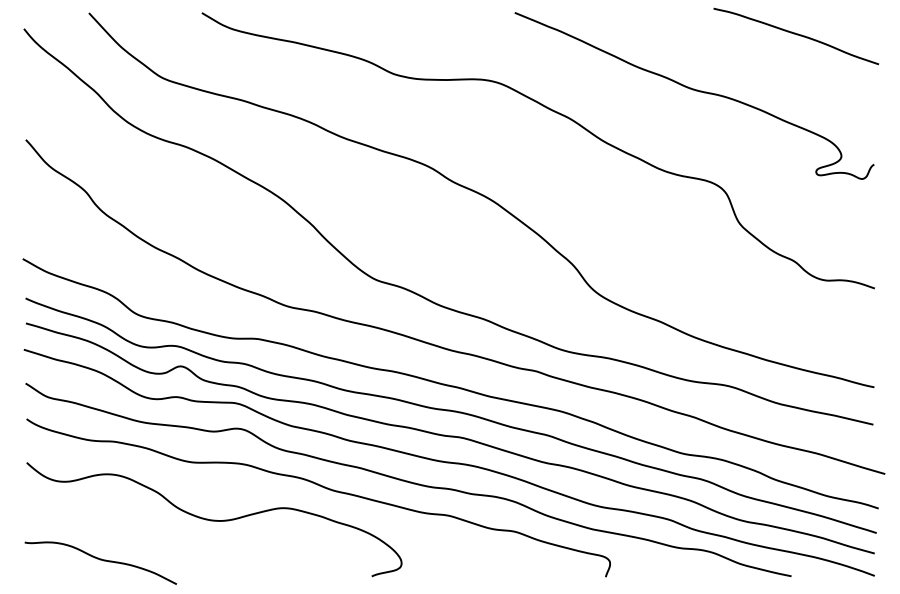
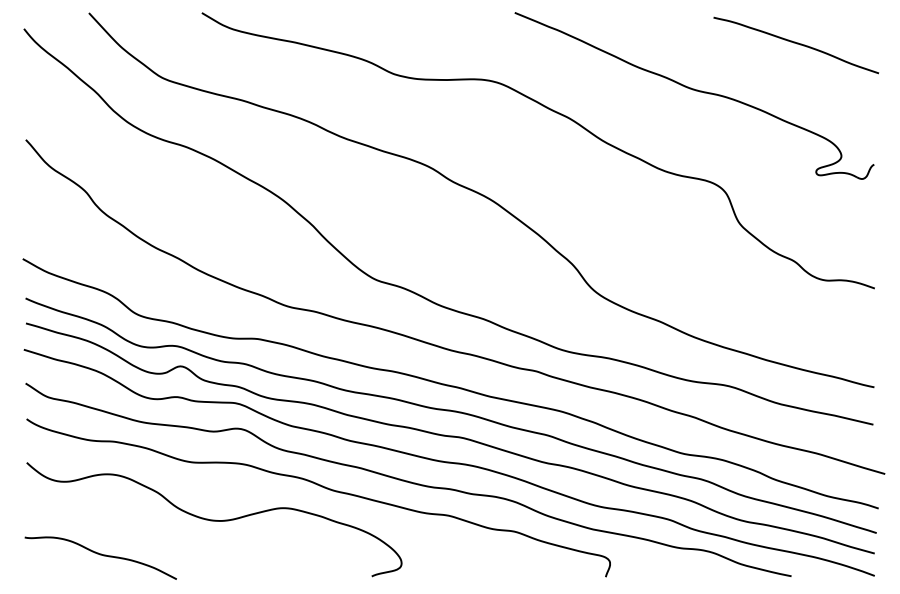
curve at (797, 35) position: (797, 35) -> (797, 44)
curve at (100, 560) position: (100, 560) -> (100, 555)
